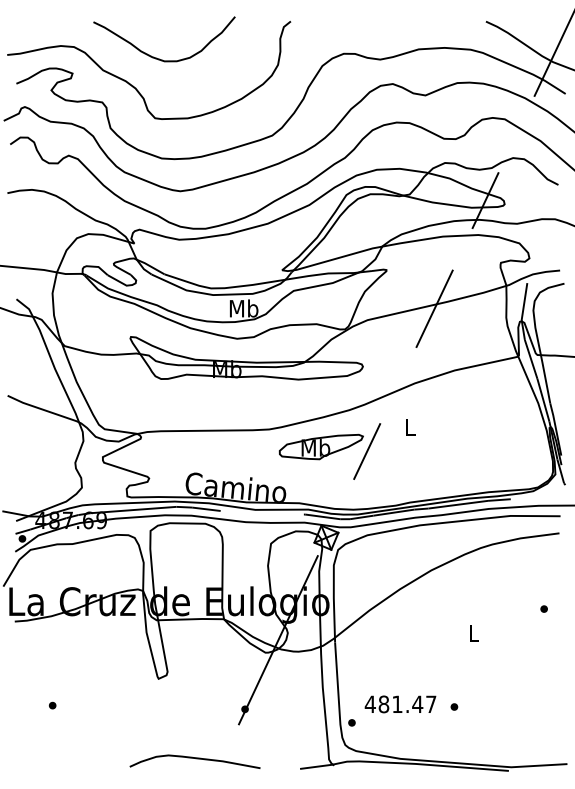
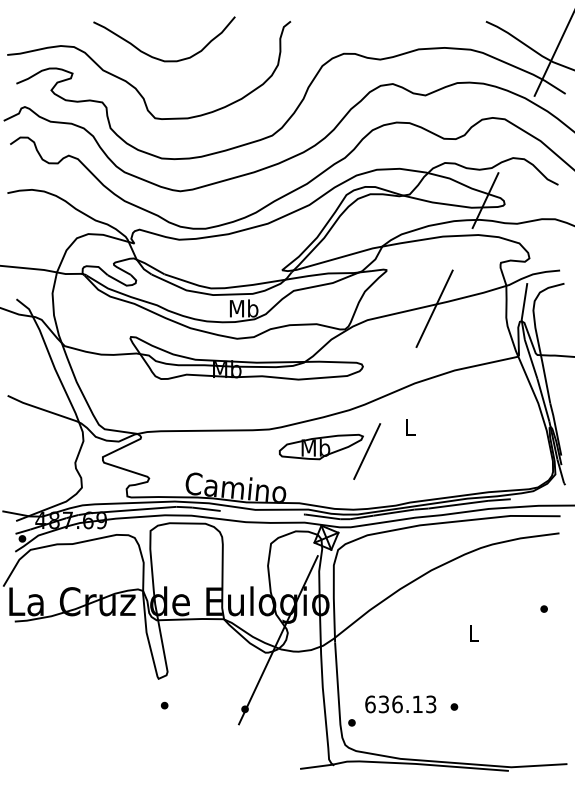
text at (400, 704): 481.47 -> 636.13
part at (52, 705) position: (52, 705) -> (164, 705)
curve at (196, 759): present -> none
